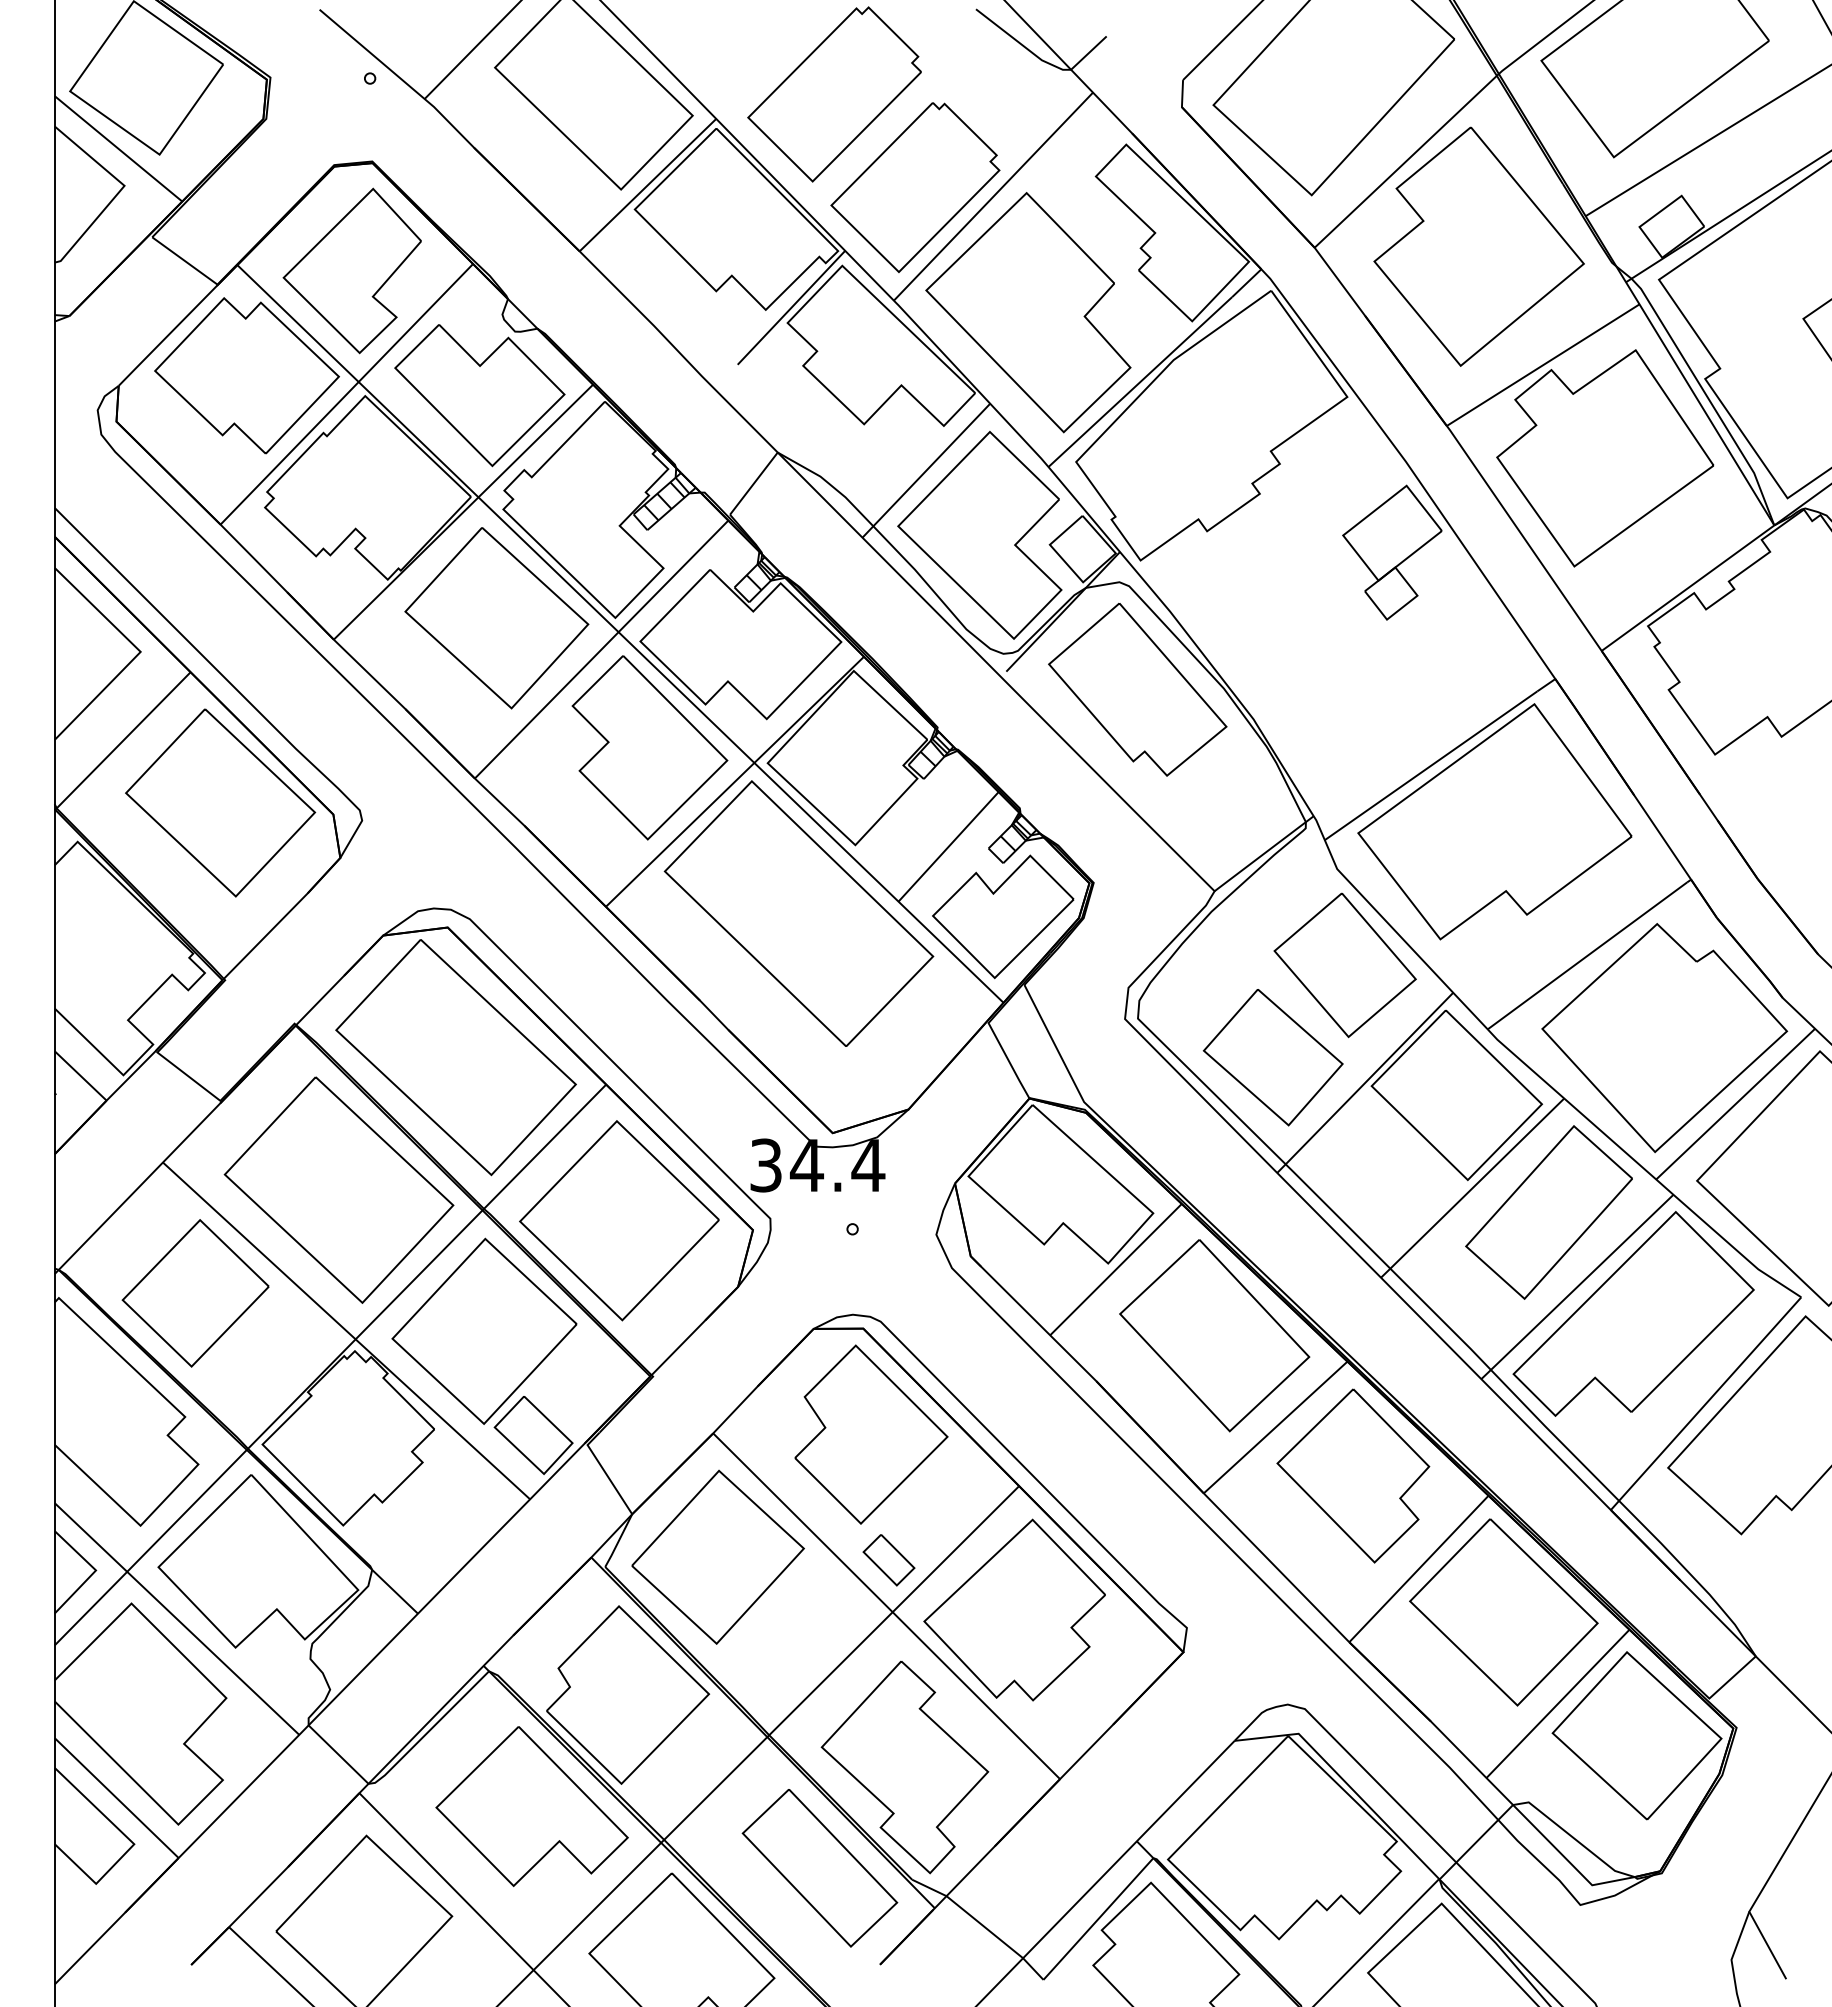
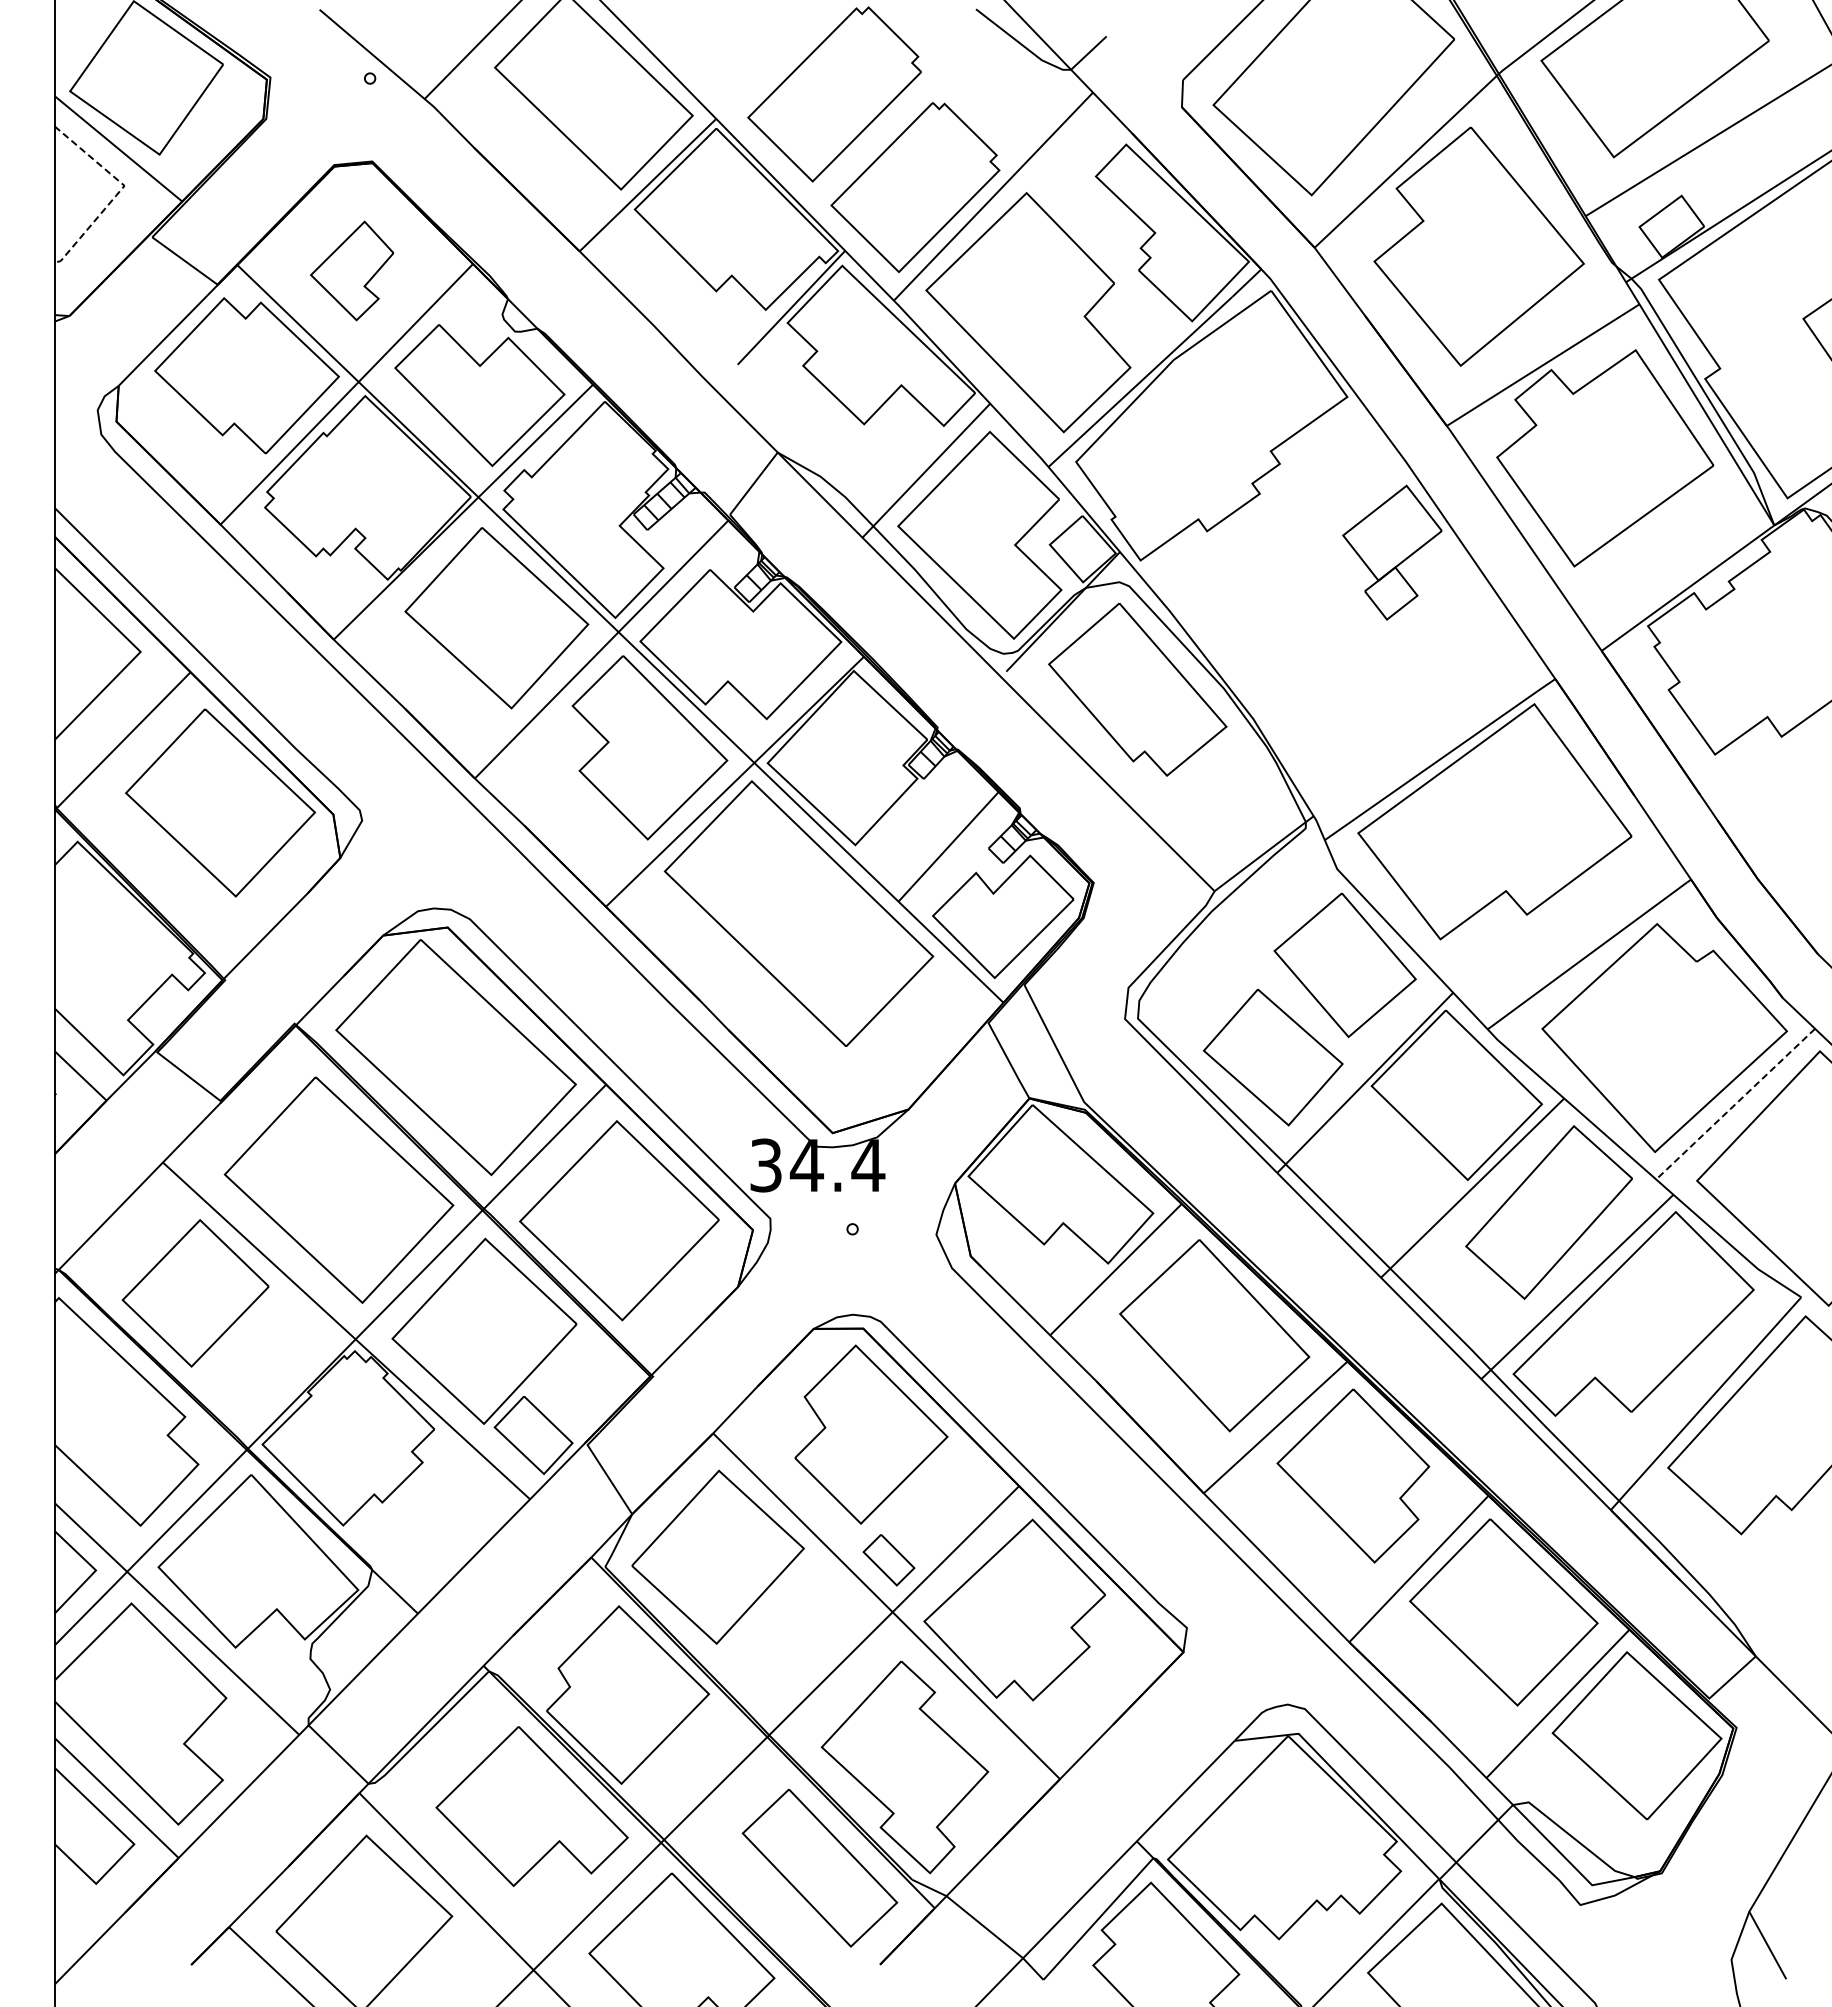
line at (120, 191): solid -> dashed
part at (351, 270) size: 140x168 px -> 84x102 px
line at (1735, 1104): solid -> dashed
